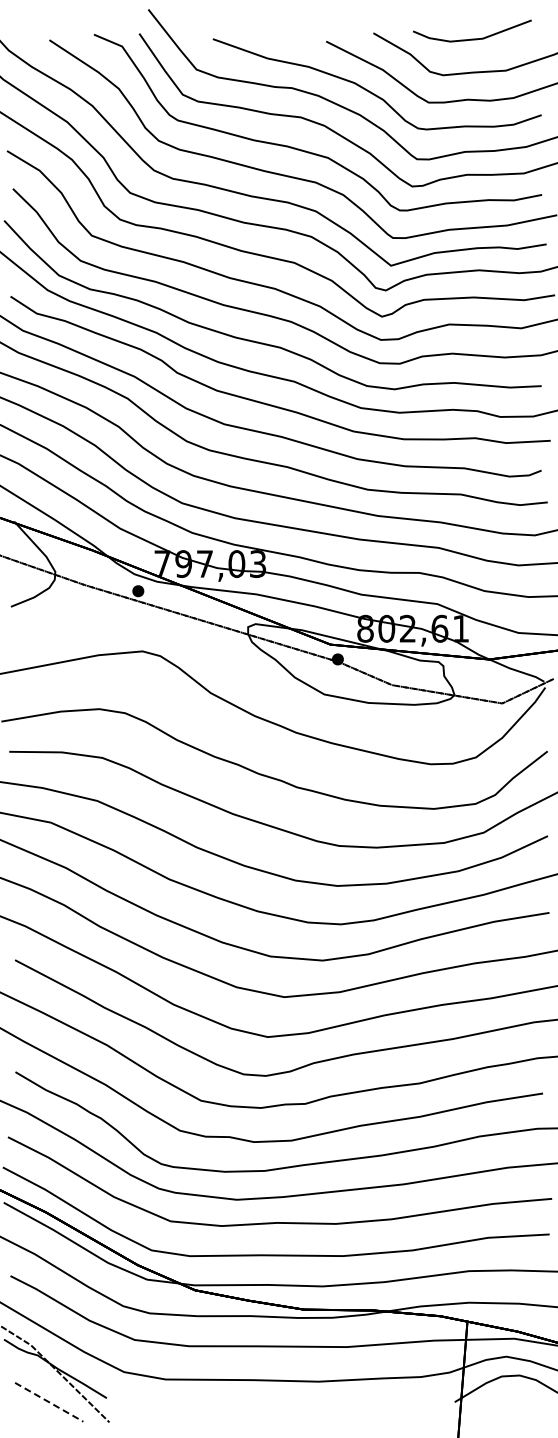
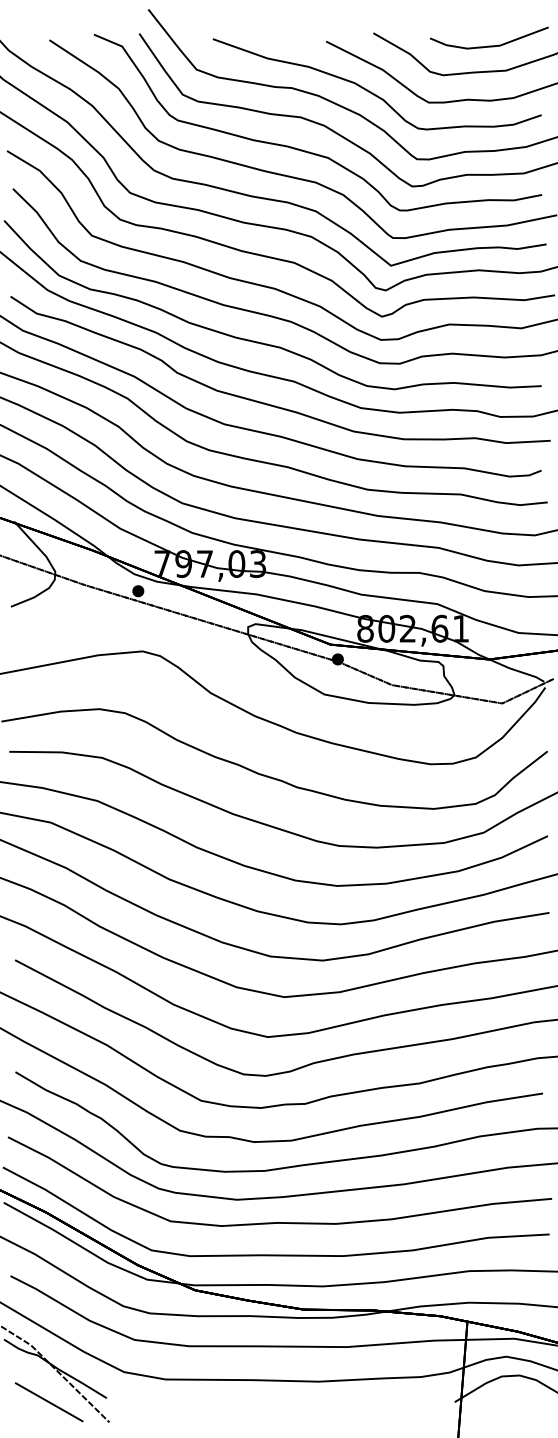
line at (472, 38) position: (472, 38) -> (489, 45)
line at (49, 1402): dashed -> solid
